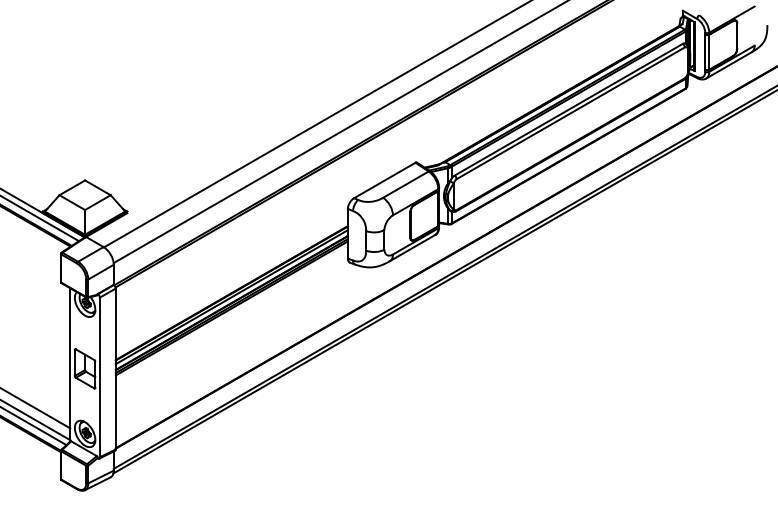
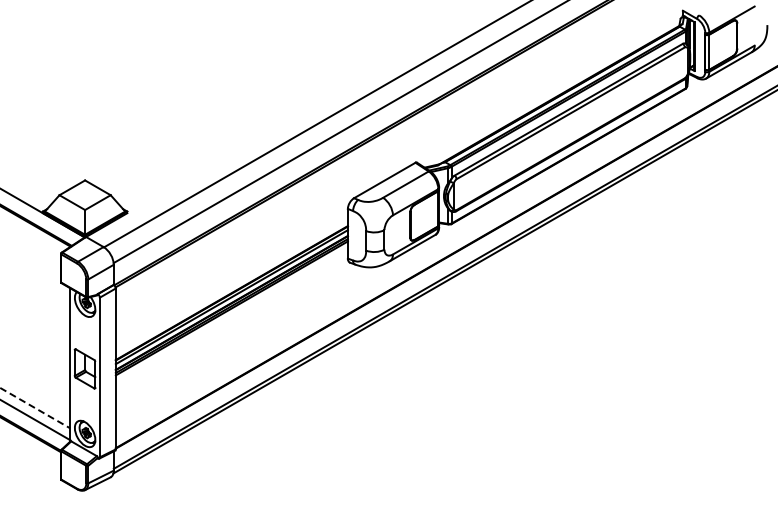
line at (40, 219): present -> none
line at (35, 408): solid -> dashed
line at (34, 426): present -> none
